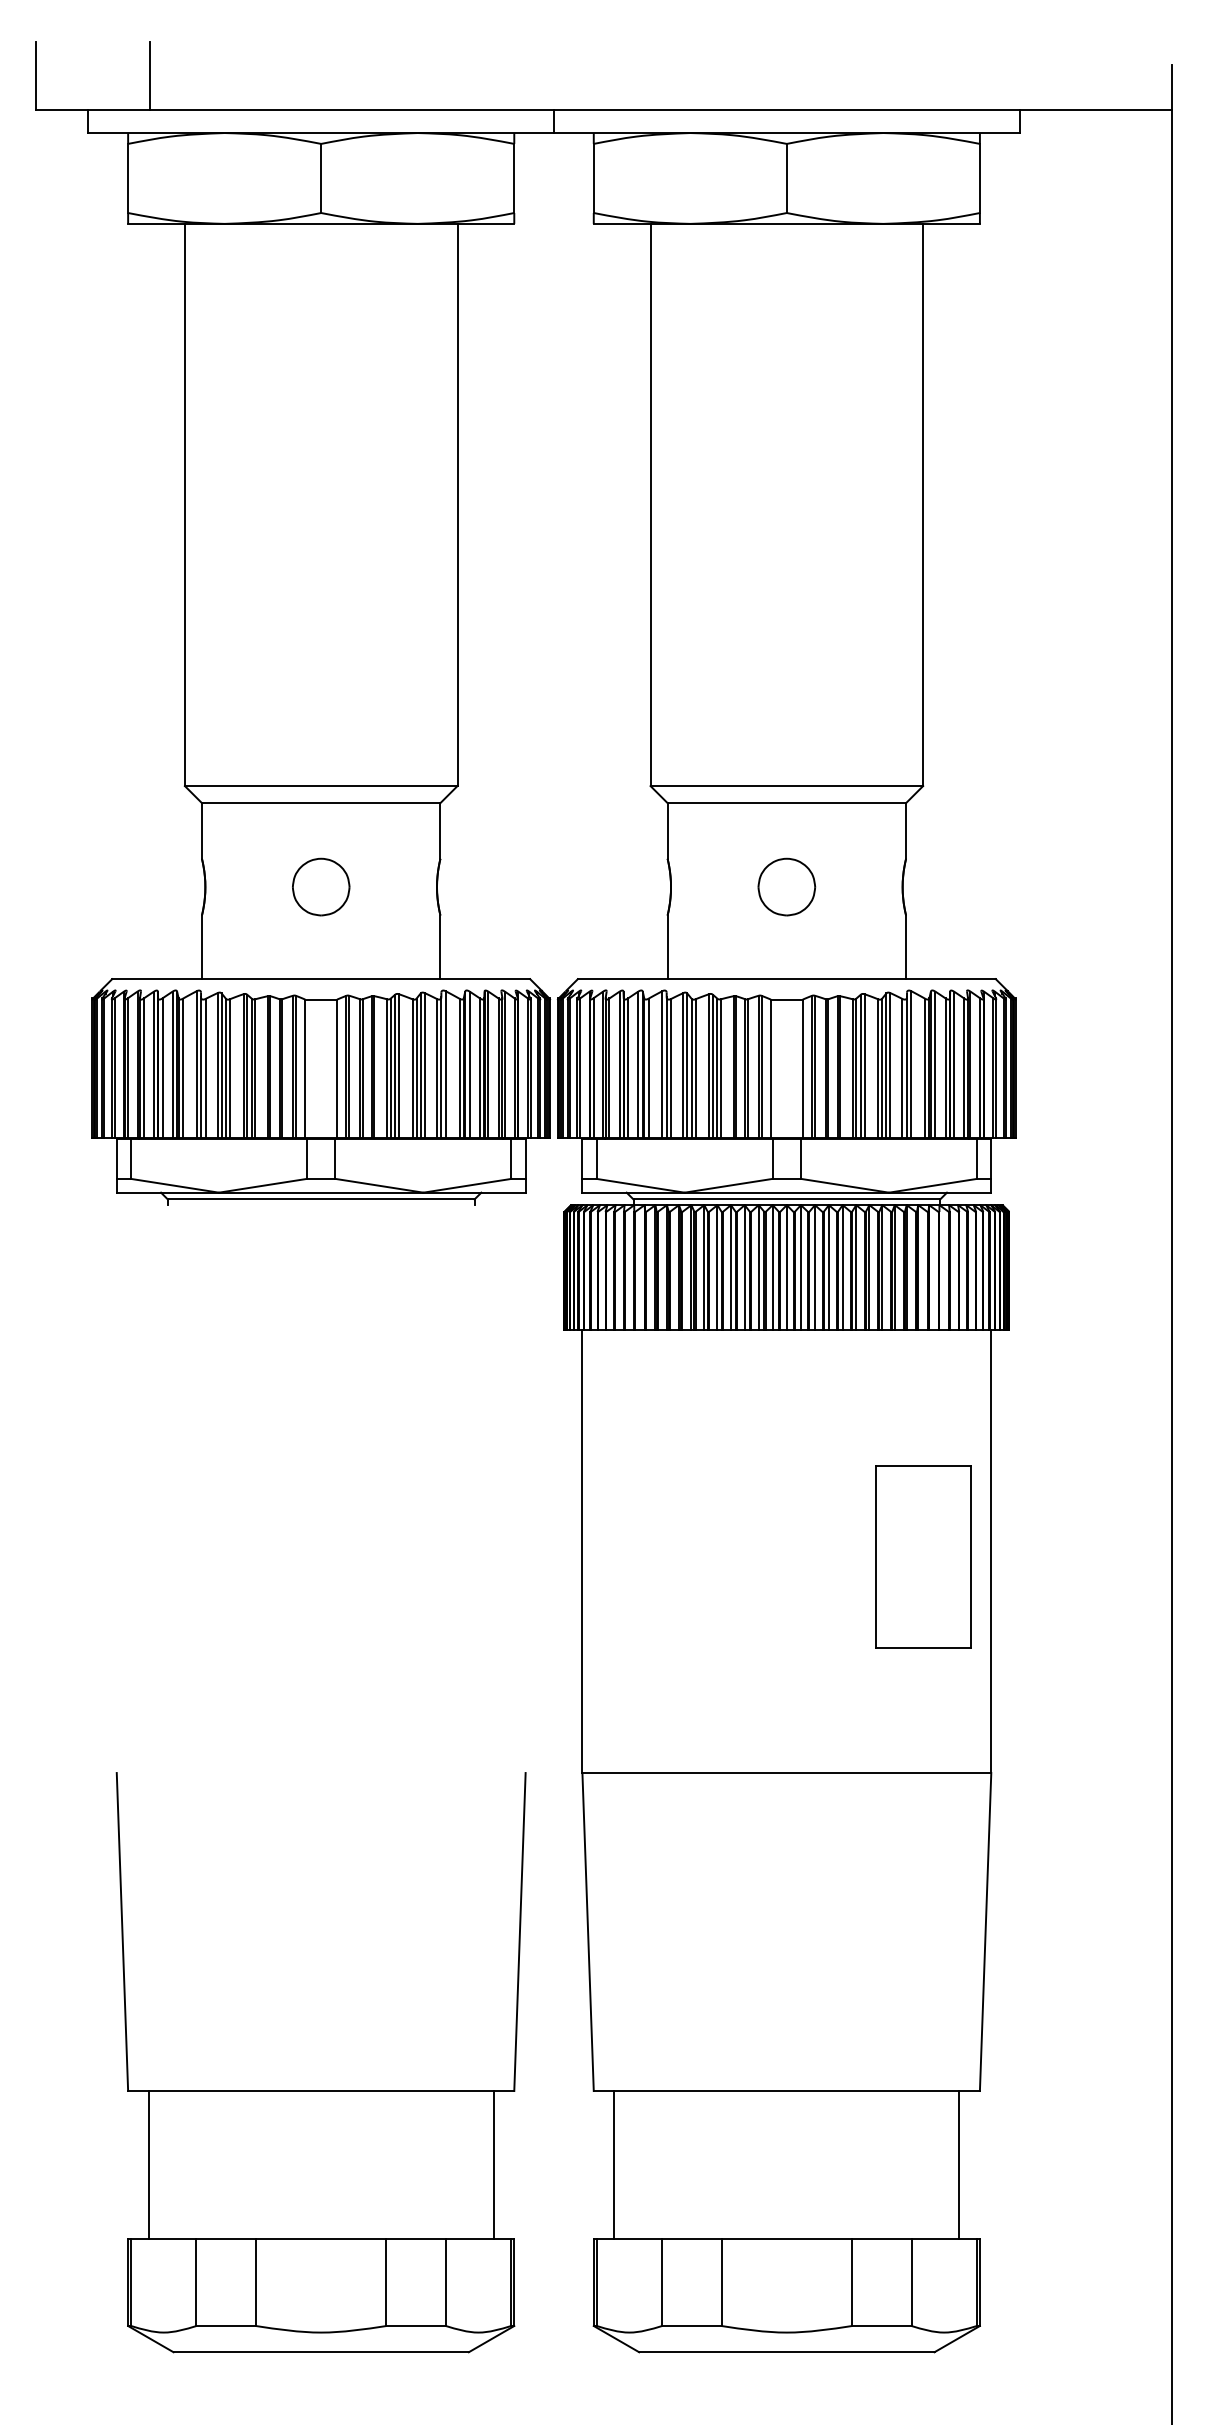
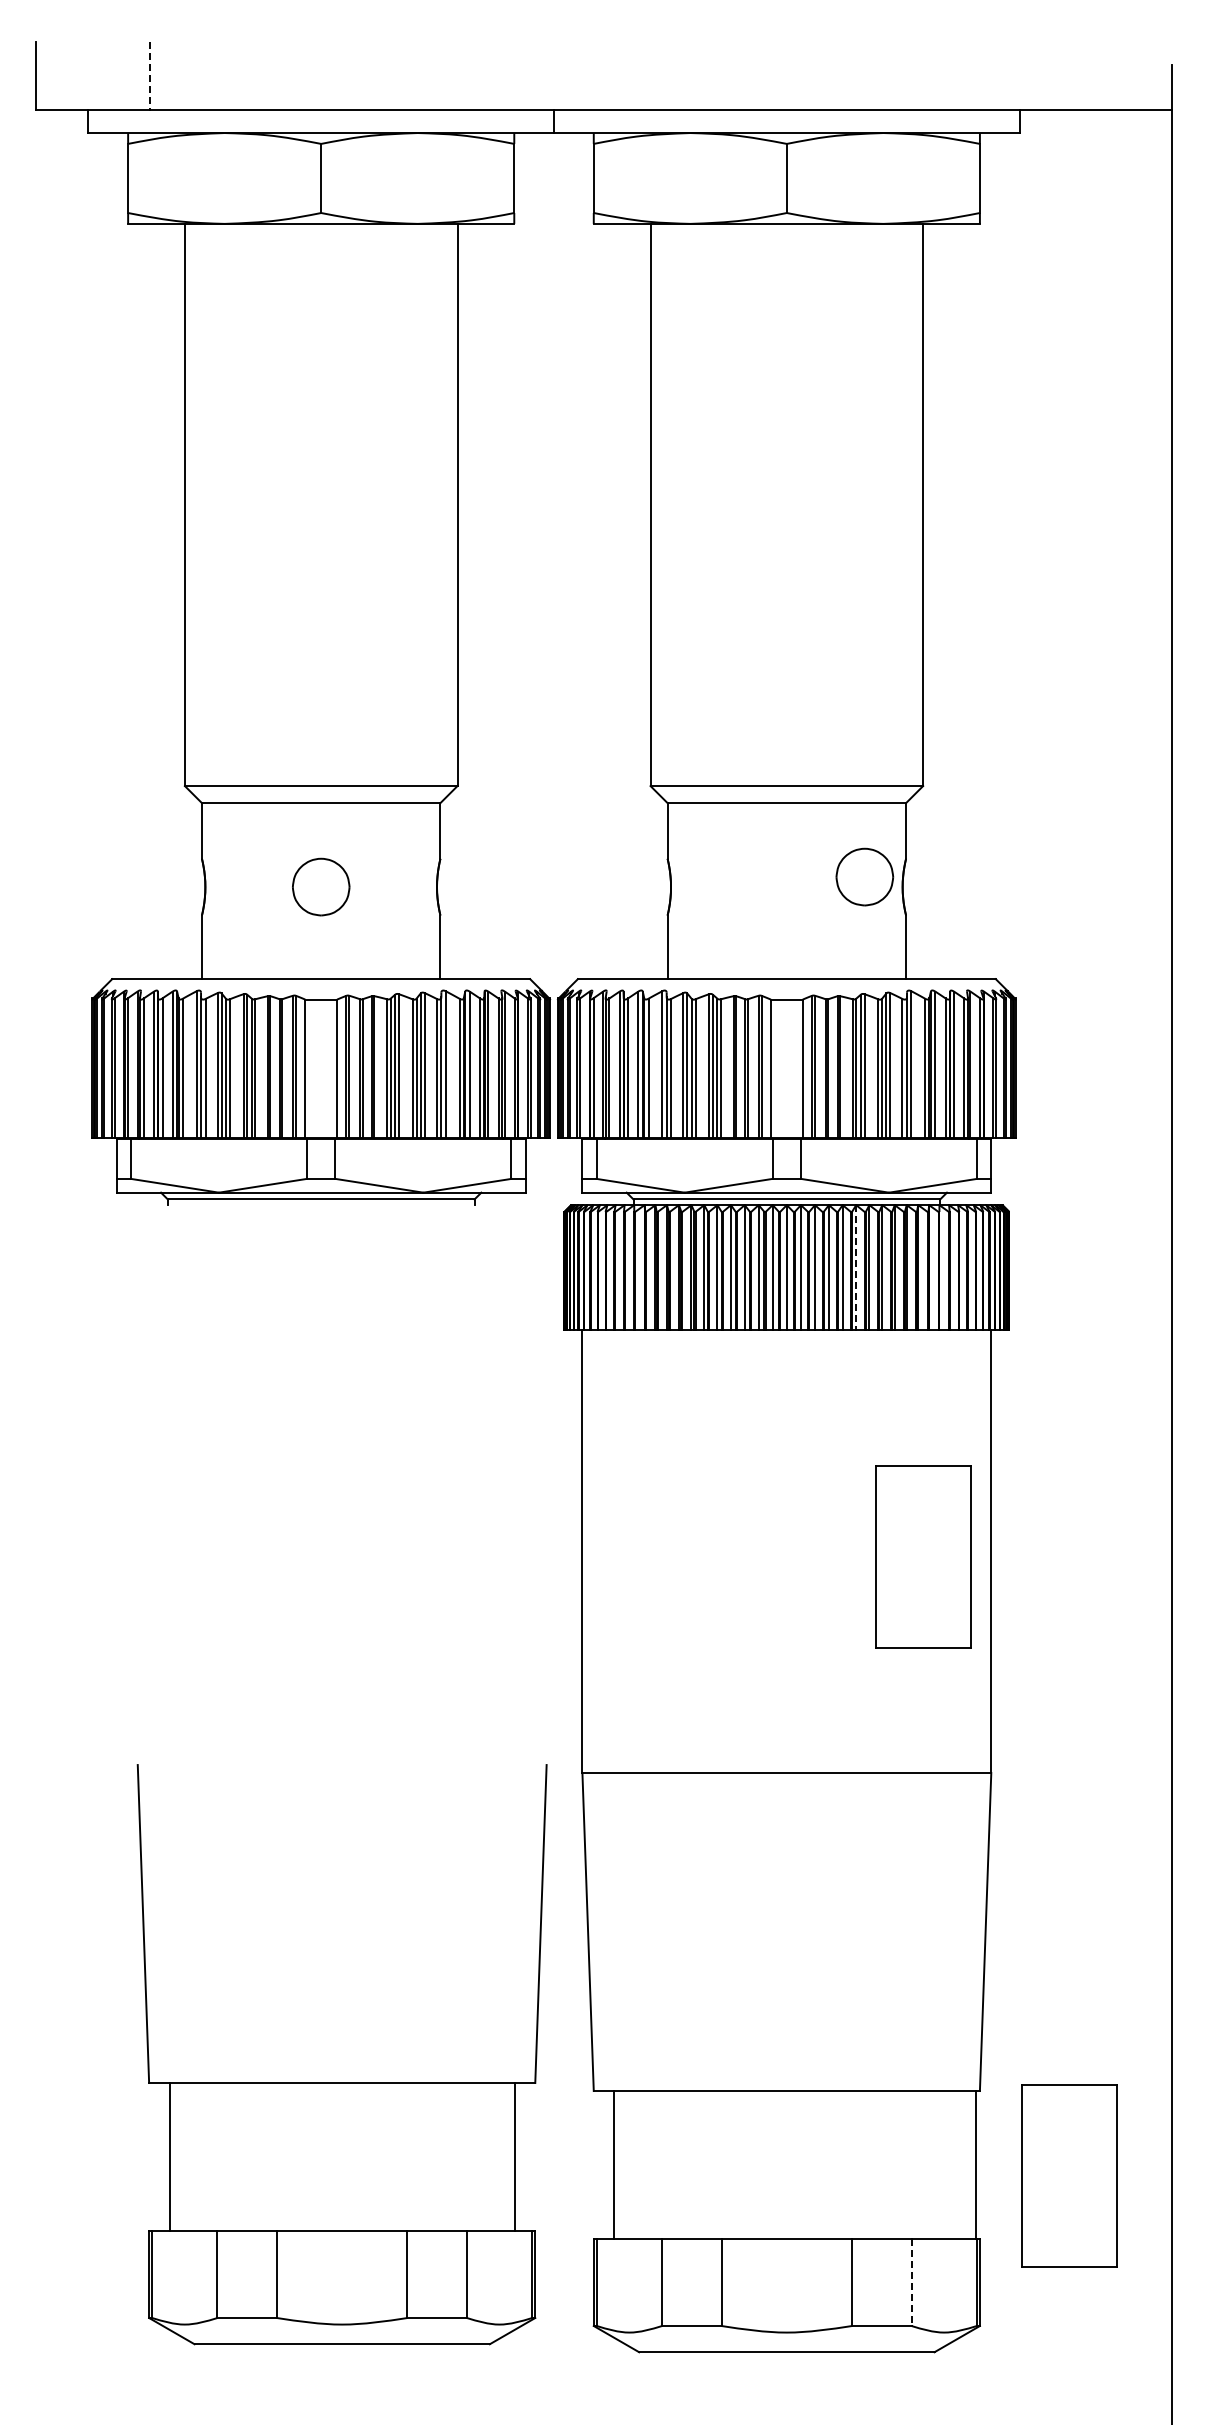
line at (149, 76): solid -> dashed
part at (786, 886) position: (786, 886) -> (864, 876)
line at (856, 1268): solid -> dashed
part at (320, 2090) position: (320, 2090) -> (341, 2082)
line at (959, 2164) position: (959, 2164) -> (976, 2164)
part at (1069, 2175): none -> present
line at (911, 2282): solid -> dashed
